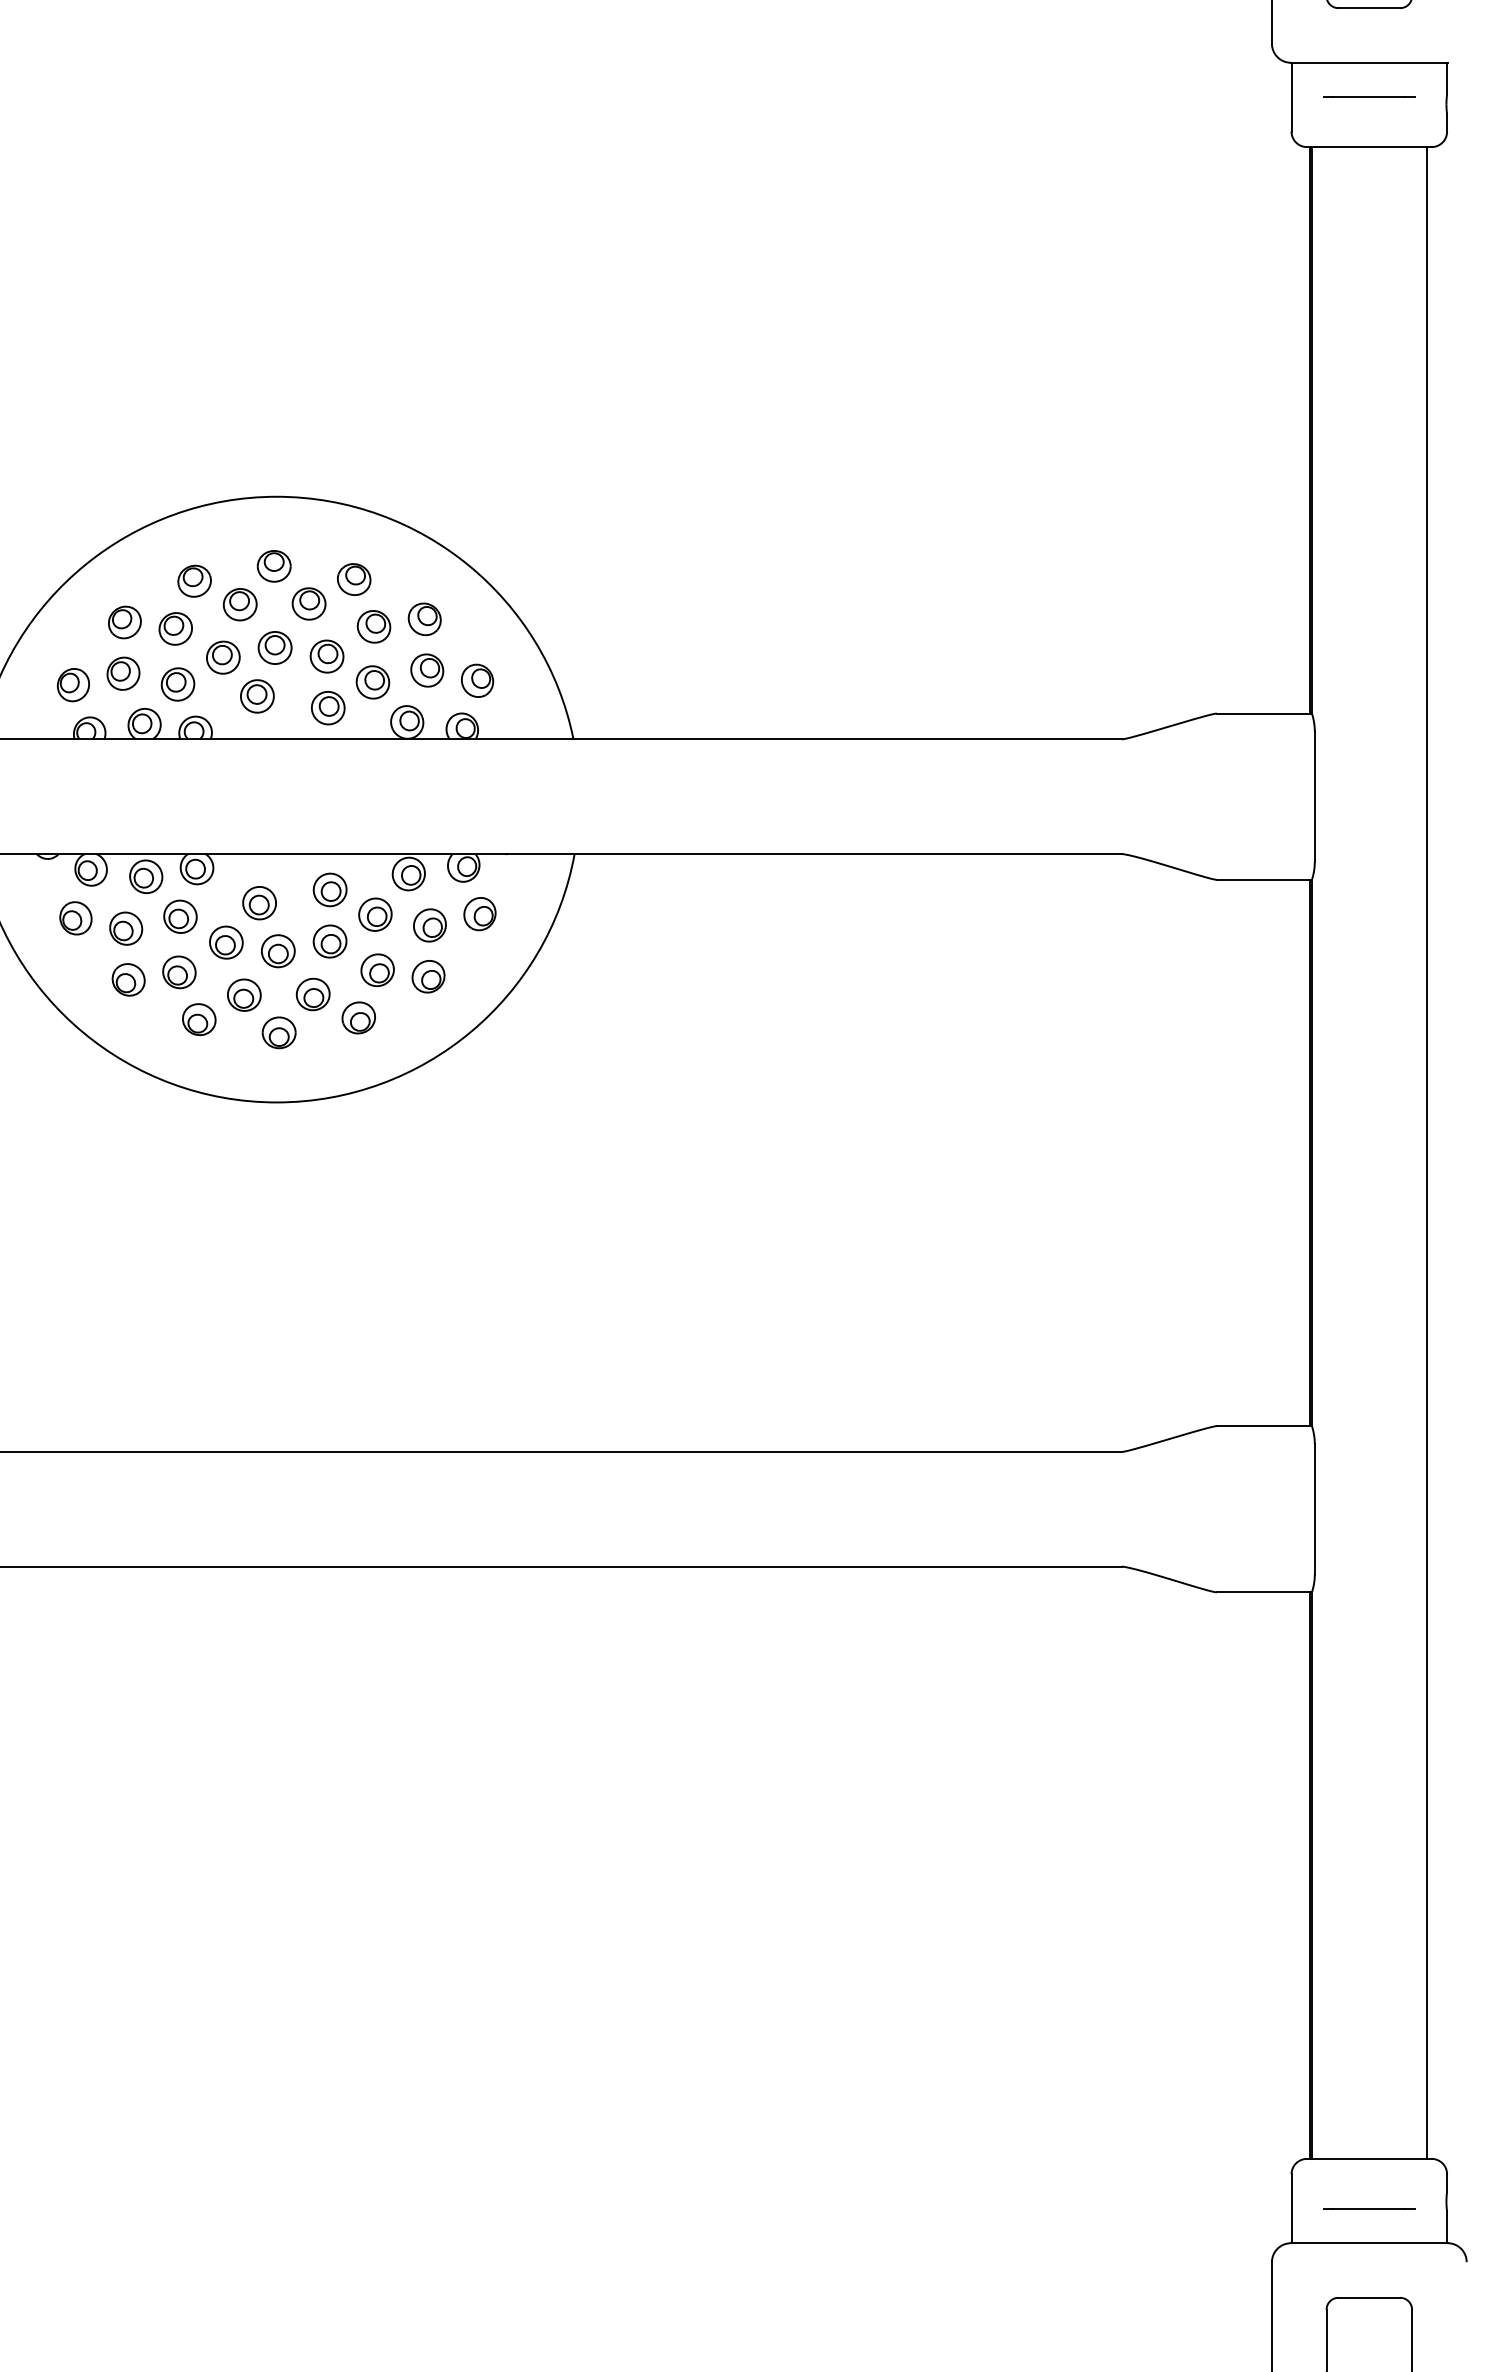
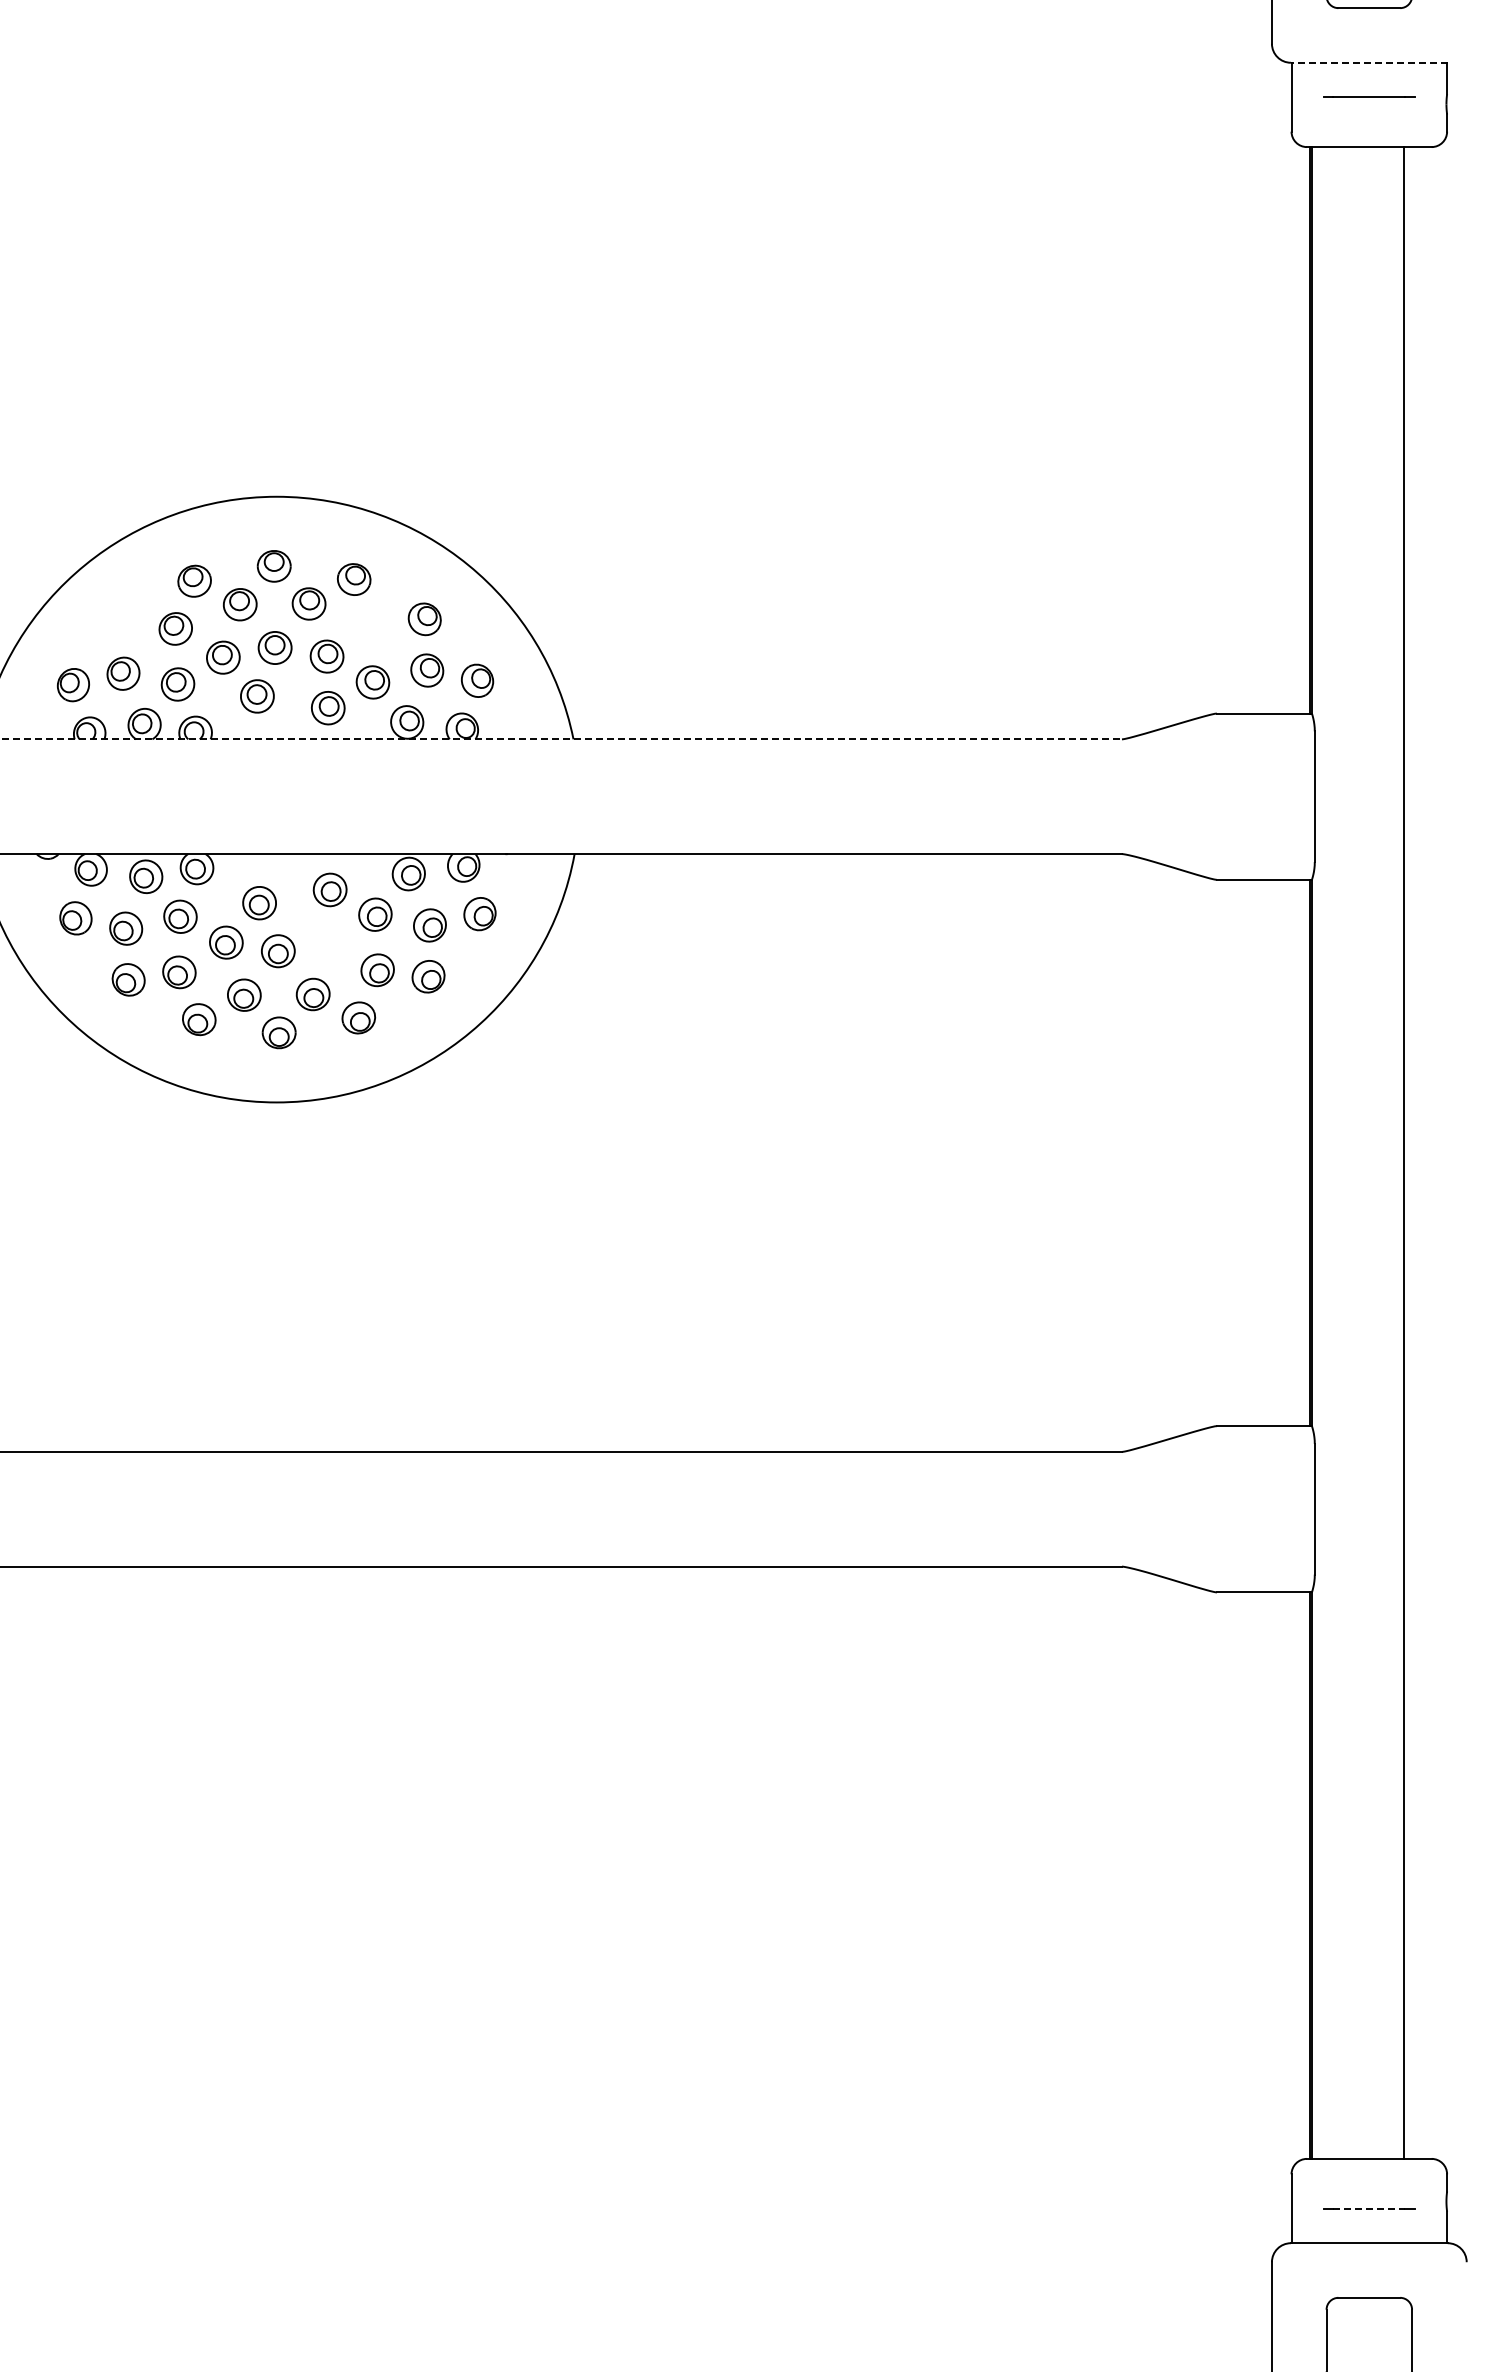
line at (1368, 62): solid -> dashed
part at (124, 622): present -> none
part at (373, 626): present -> none
line at (561, 739): solid -> dashed
part at (329, 941): present -> none
line at (1426, 1152) position: (1426, 1152) -> (1403, 1152)
line at (1369, 2208): solid -> dashed
